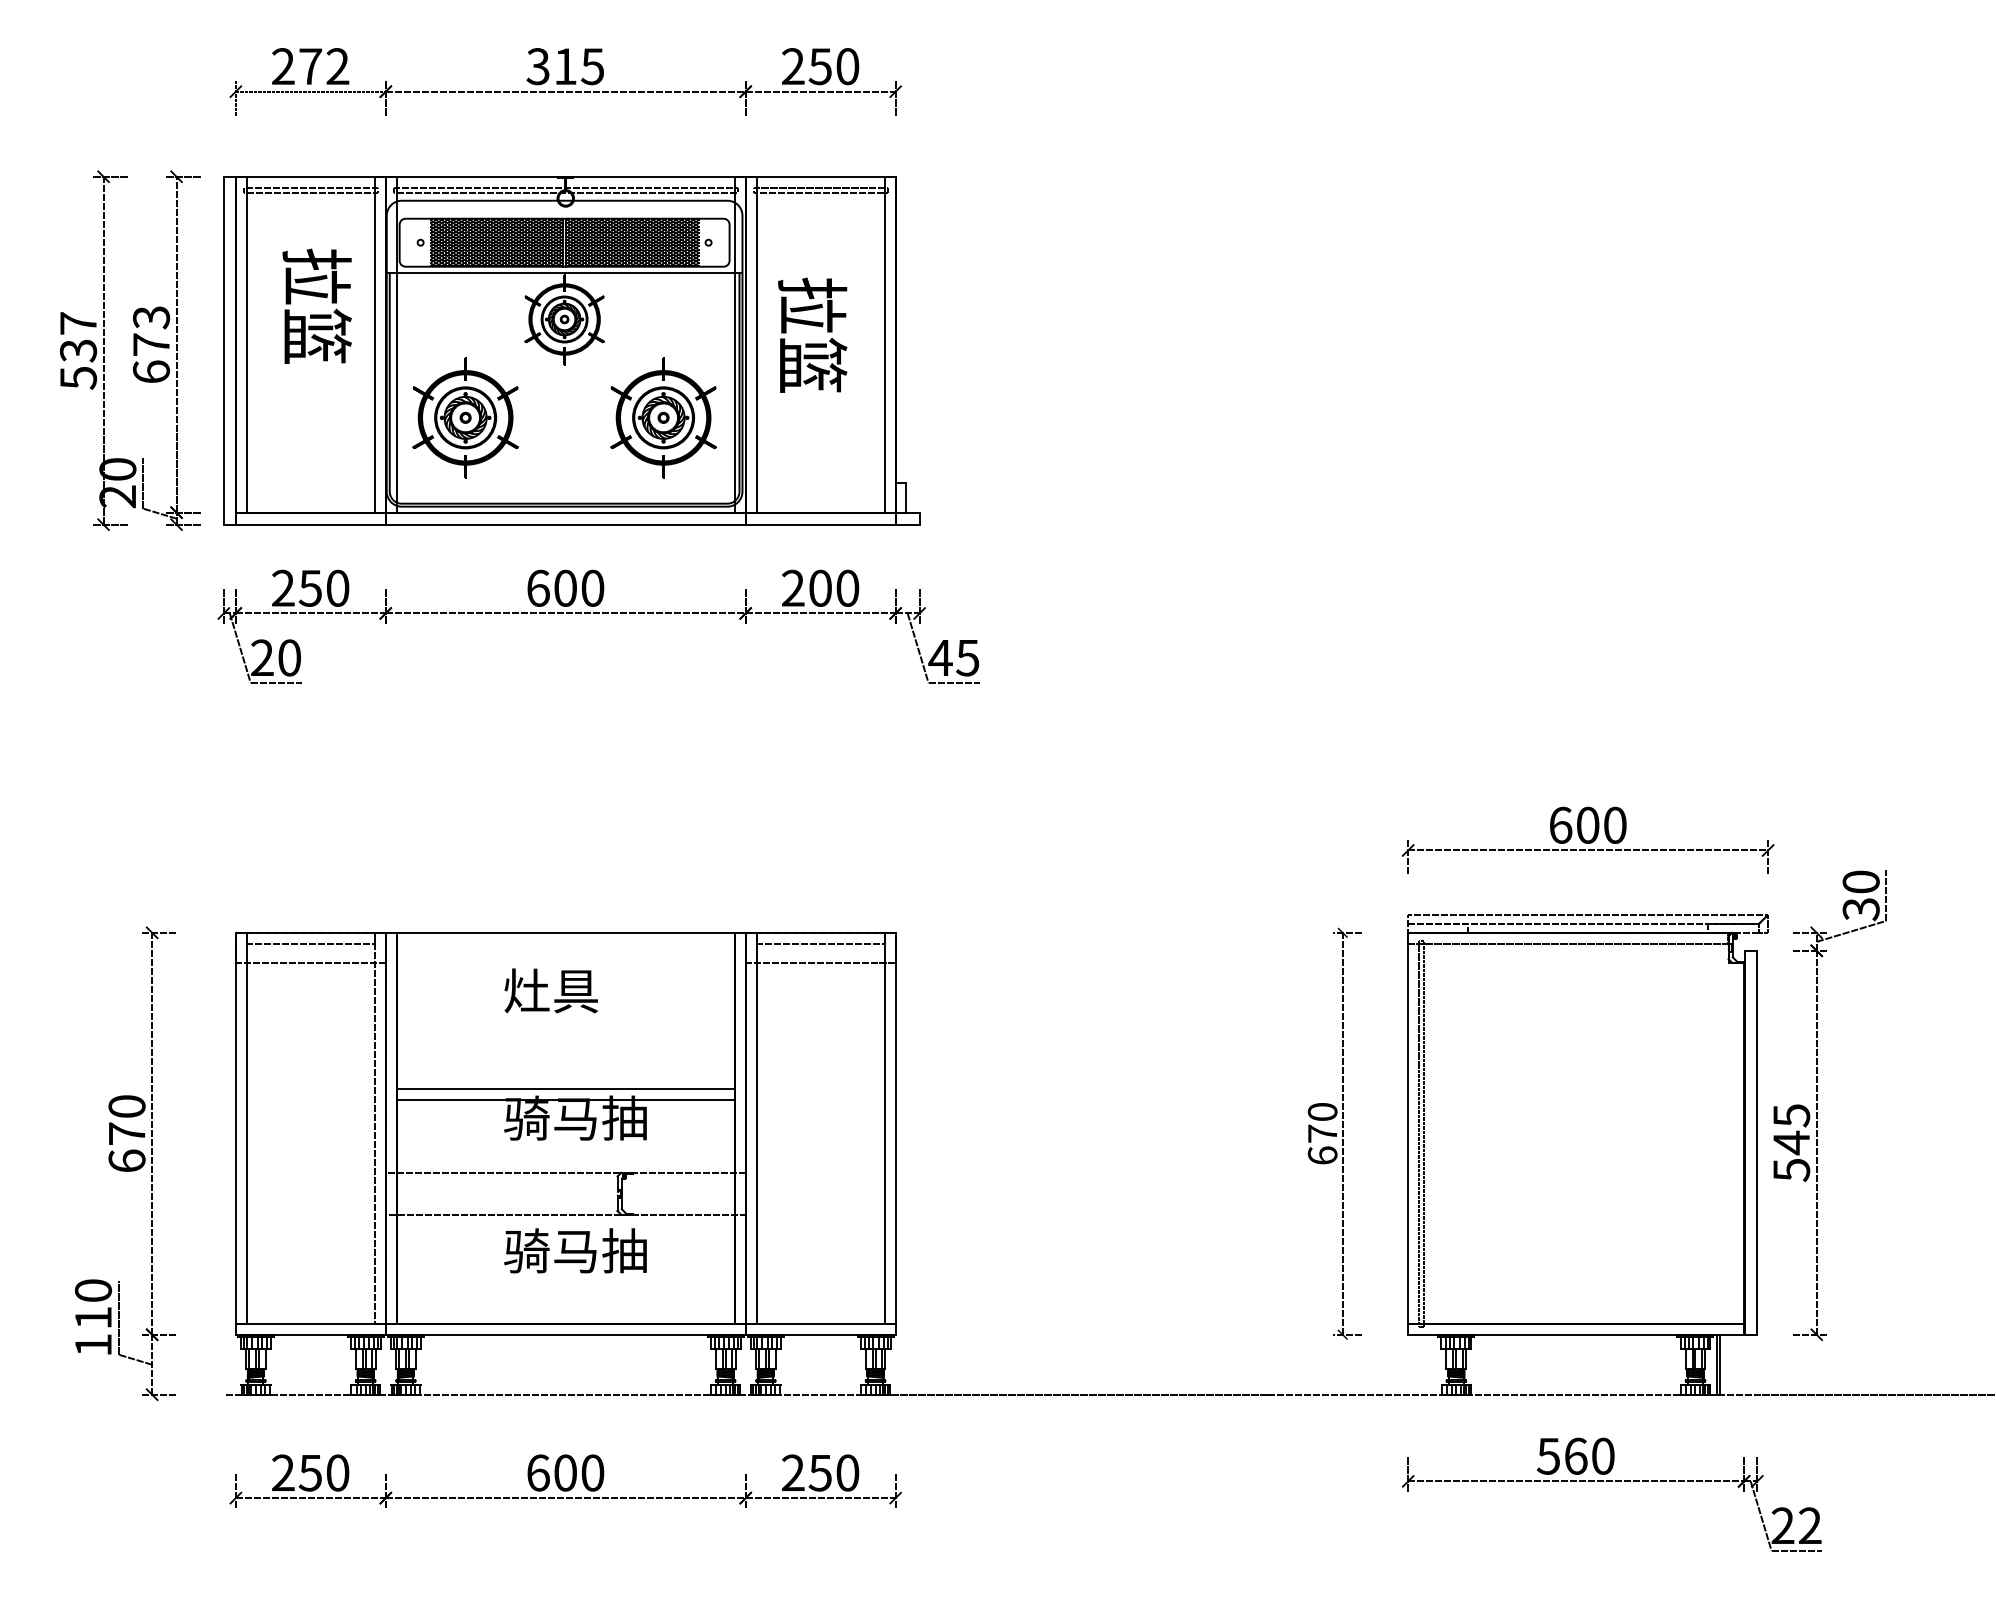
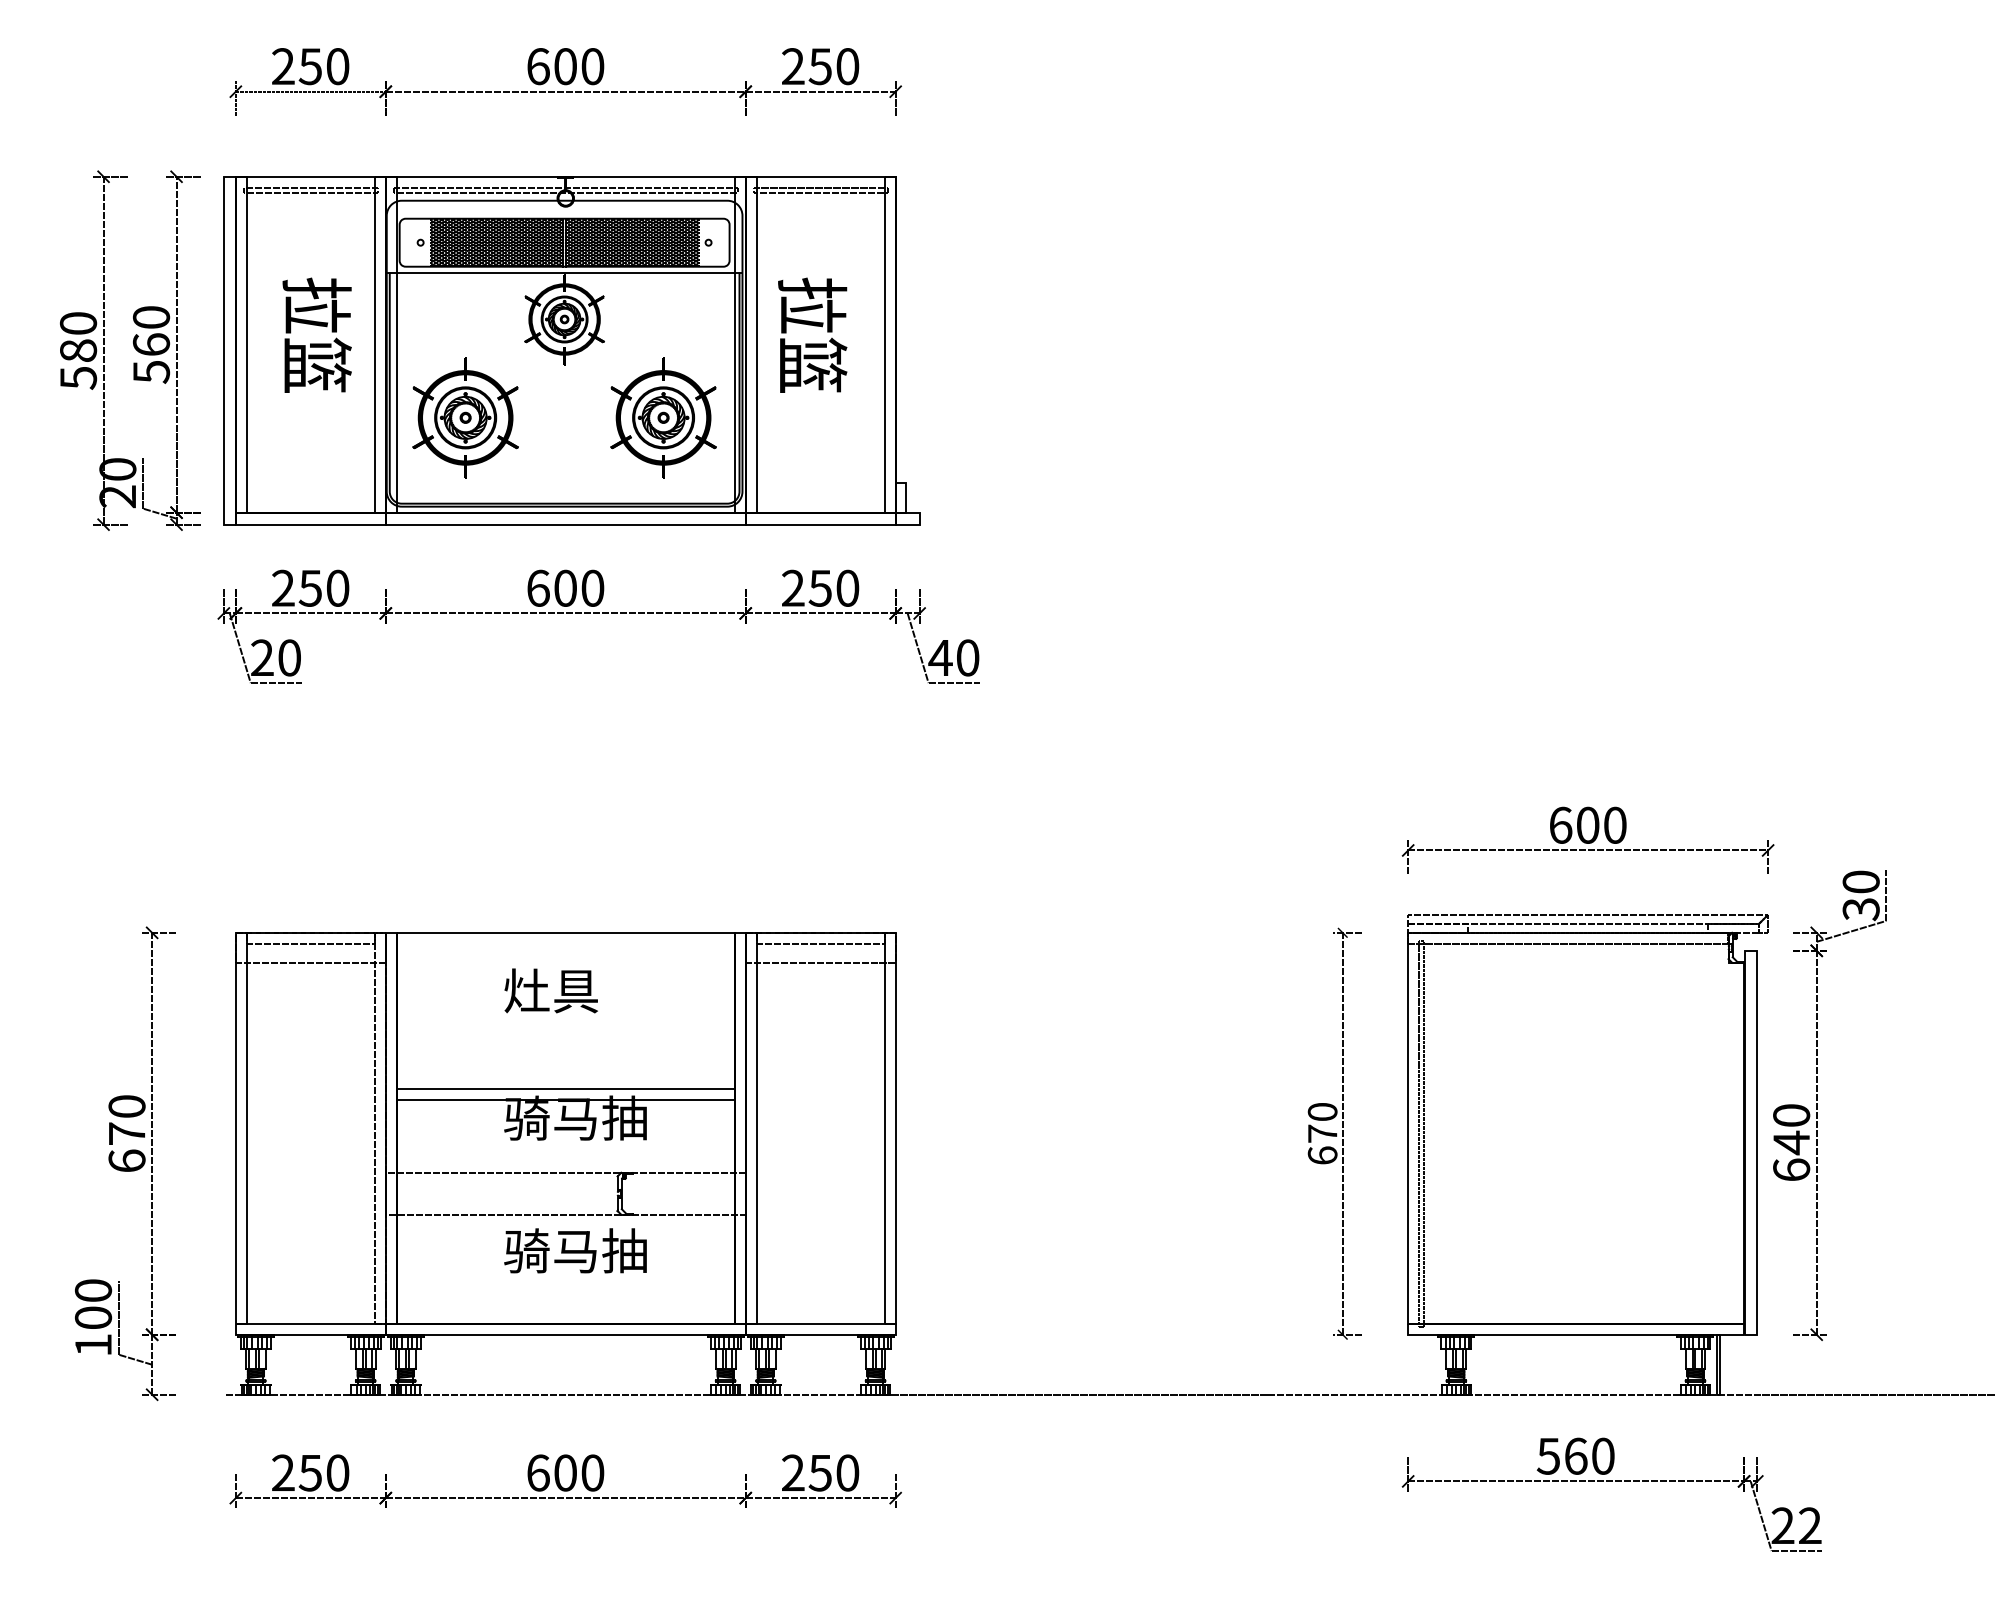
text at (323, 66): 272 -> 250
text at (565, 66): 315 -> 600
text at (316, 305) position: (316, 305) -> (316, 334)
text at (78, 337): 537 -> 580
text at (151, 344): 673 -> 560
text at (819, 587): 200 -> 250
text at (967, 657): 45 -> 40
text at (1791, 1143): 545 -> 640
text at (93, 1317): 110 -> 100
